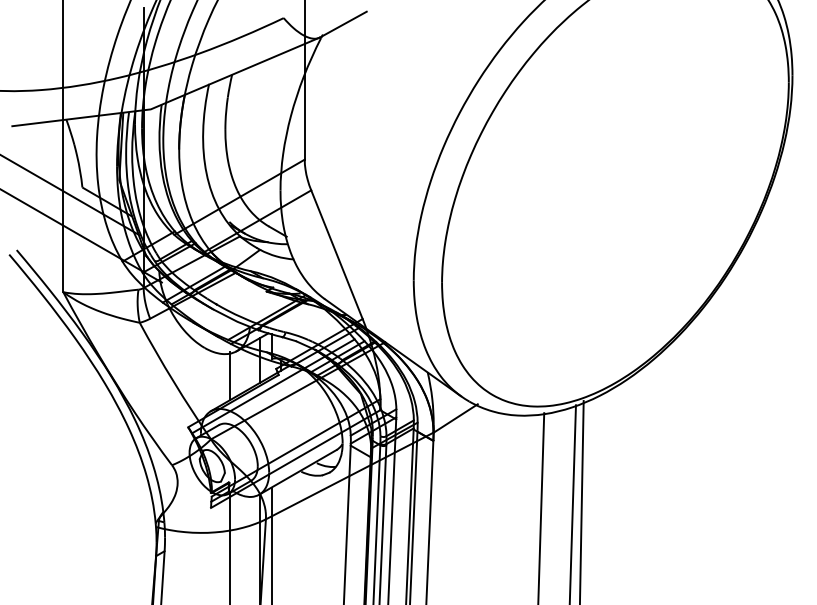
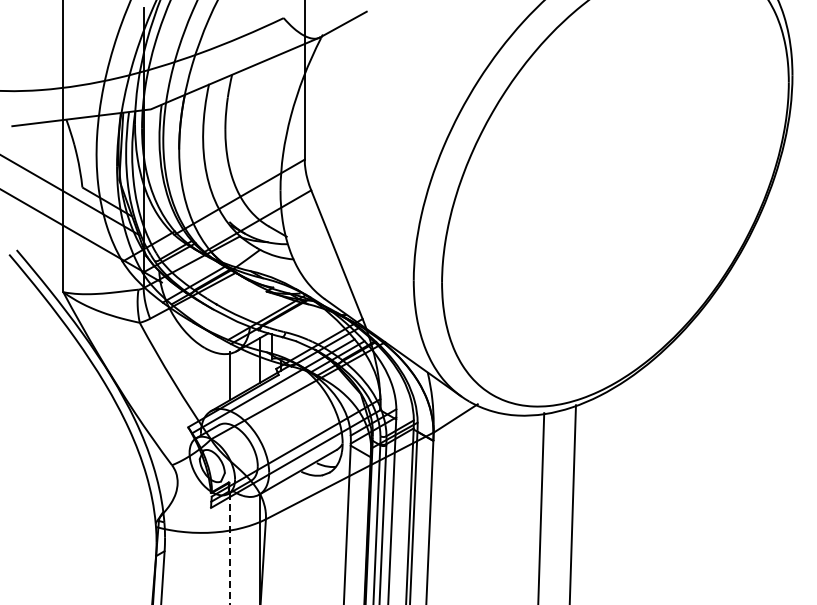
line at (581, 501): present -> none
line at (271, 544): present -> none
line at (230, 548): solid -> dashed
